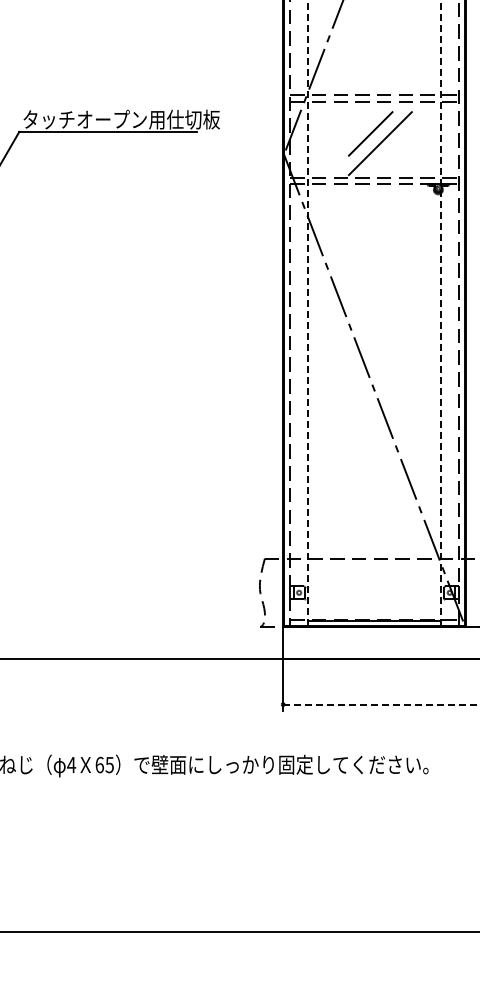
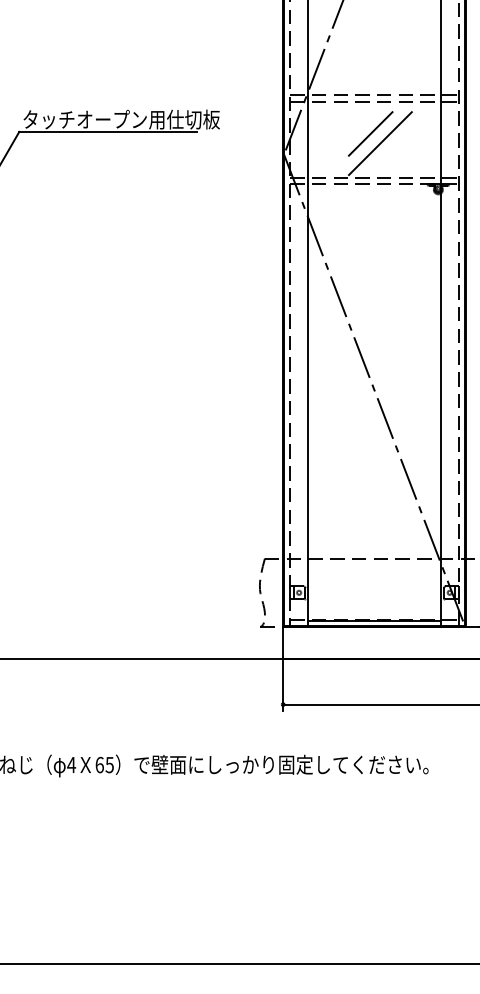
line at (308, 313): dashed -> solid
line at (440, 313): dashed -> solid
line at (381, 704): dashed -> solid
line at (239, 932) position: (239, 932) -> (239, 964)
